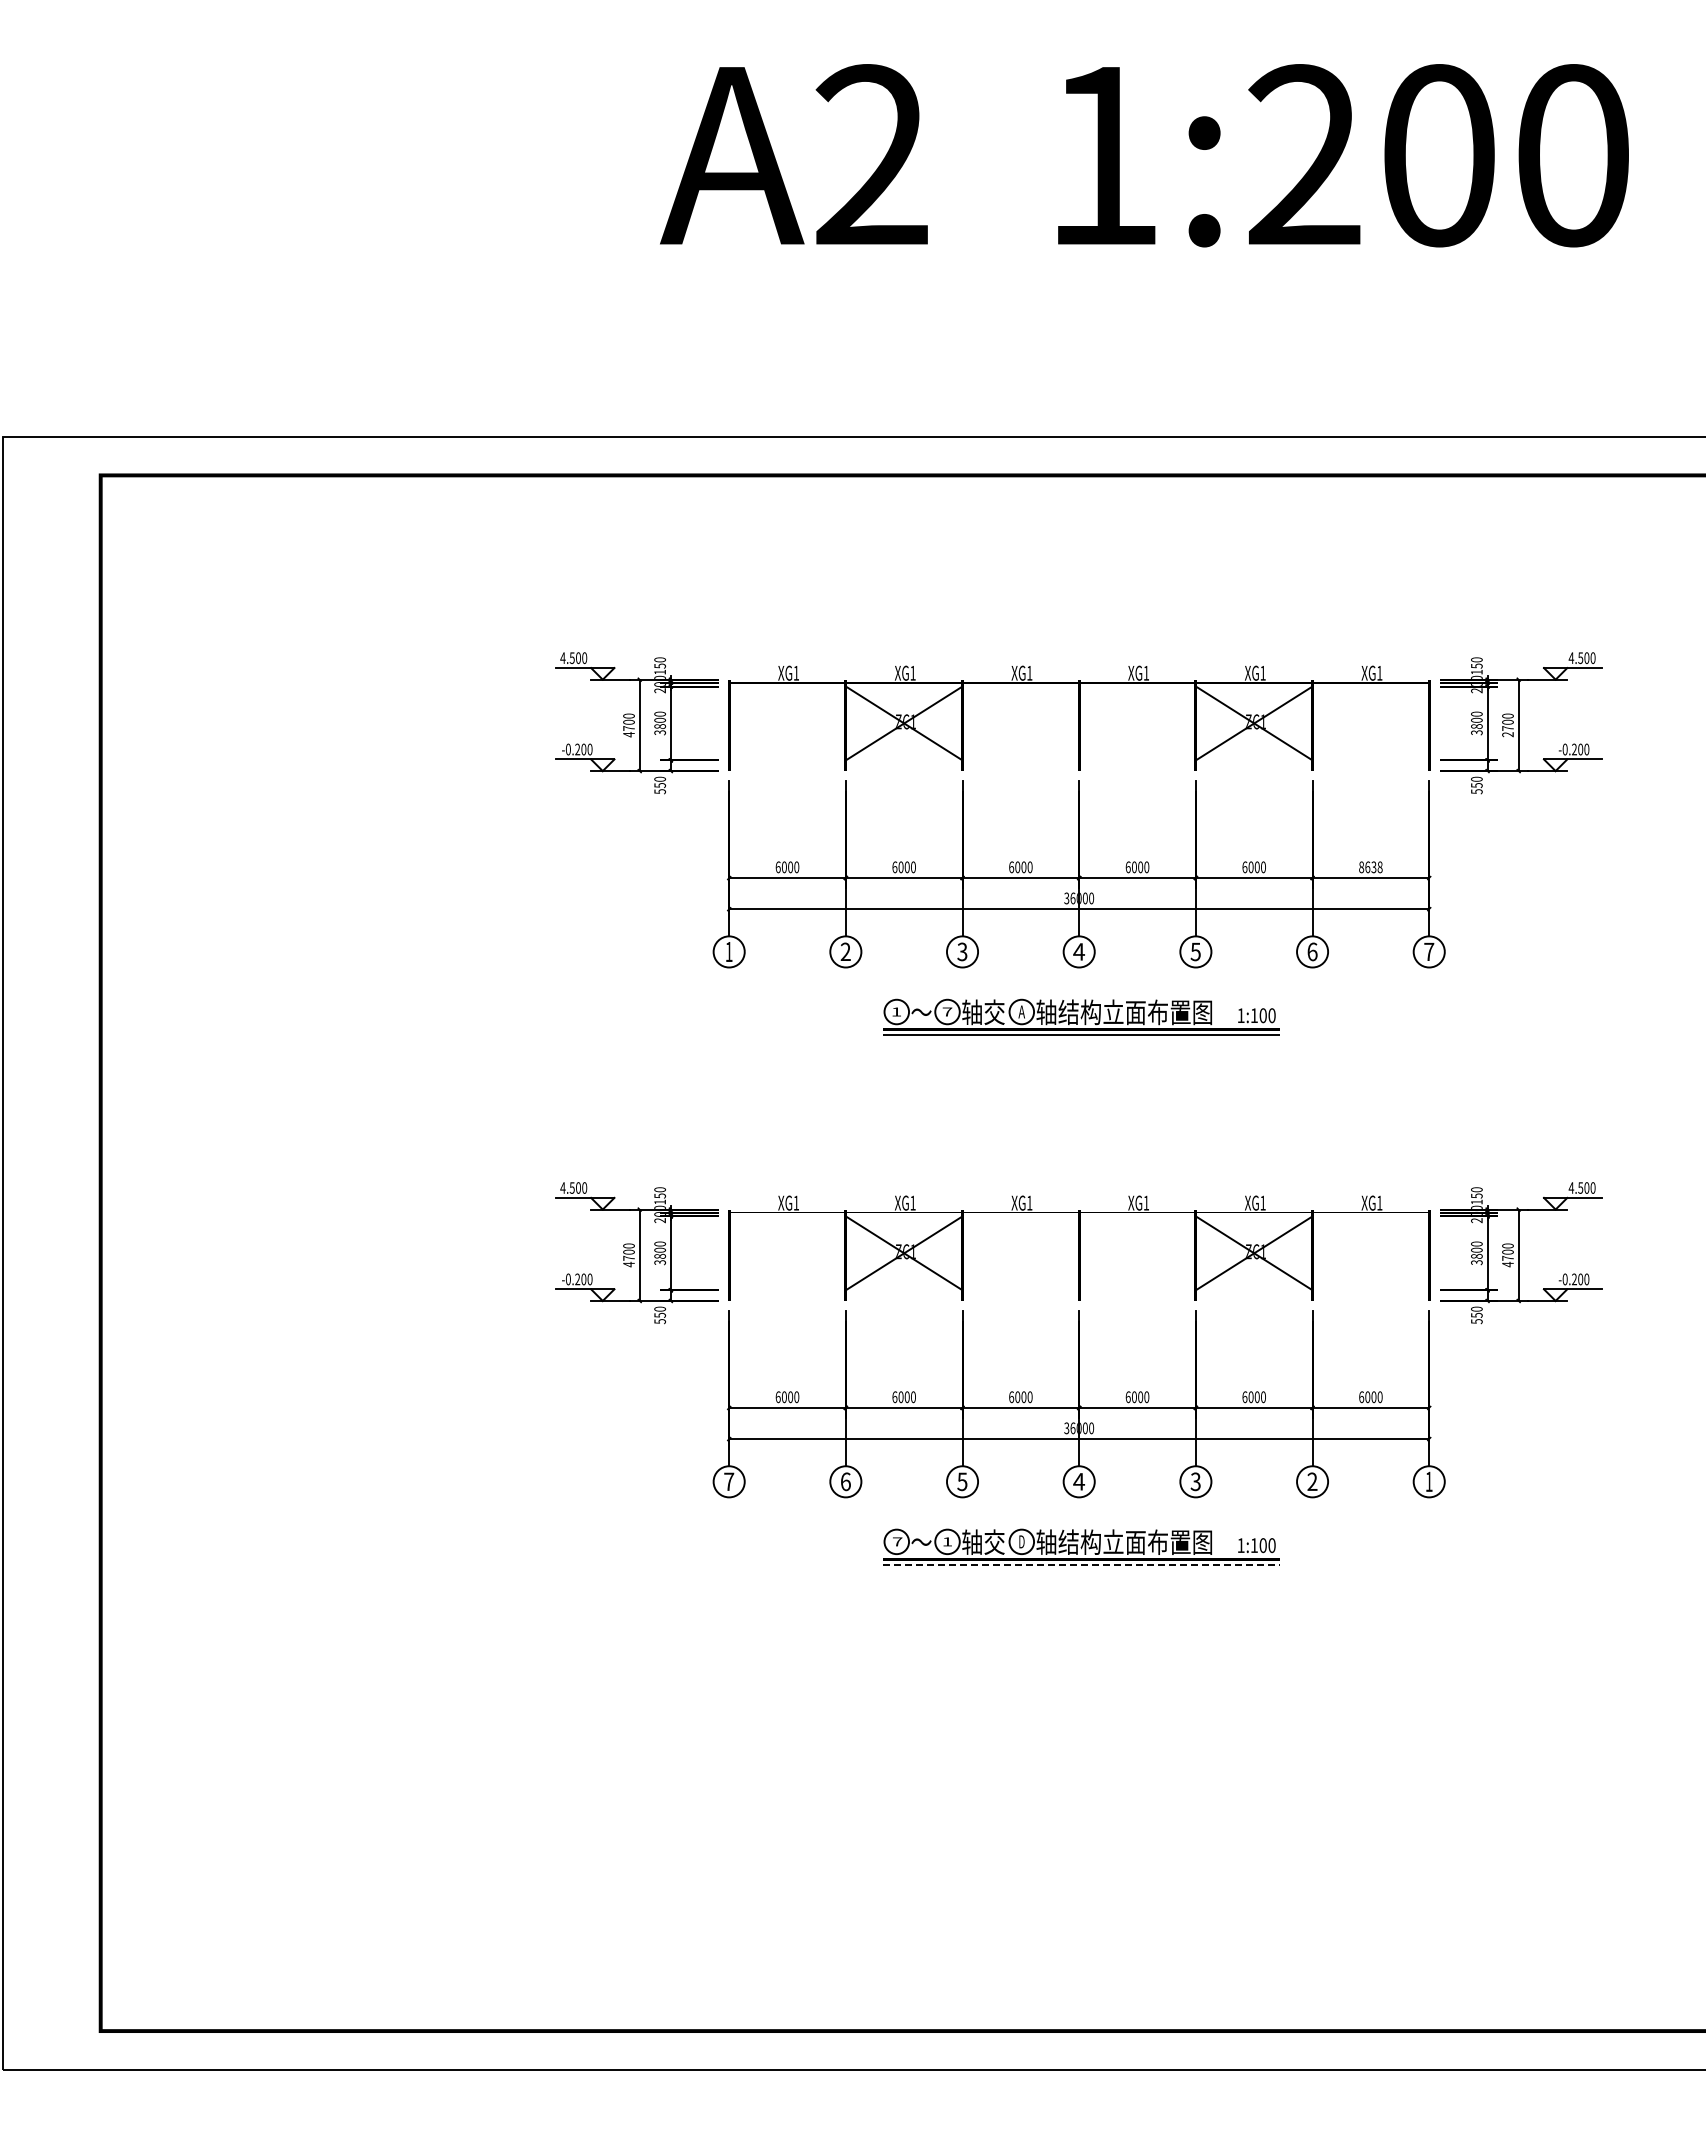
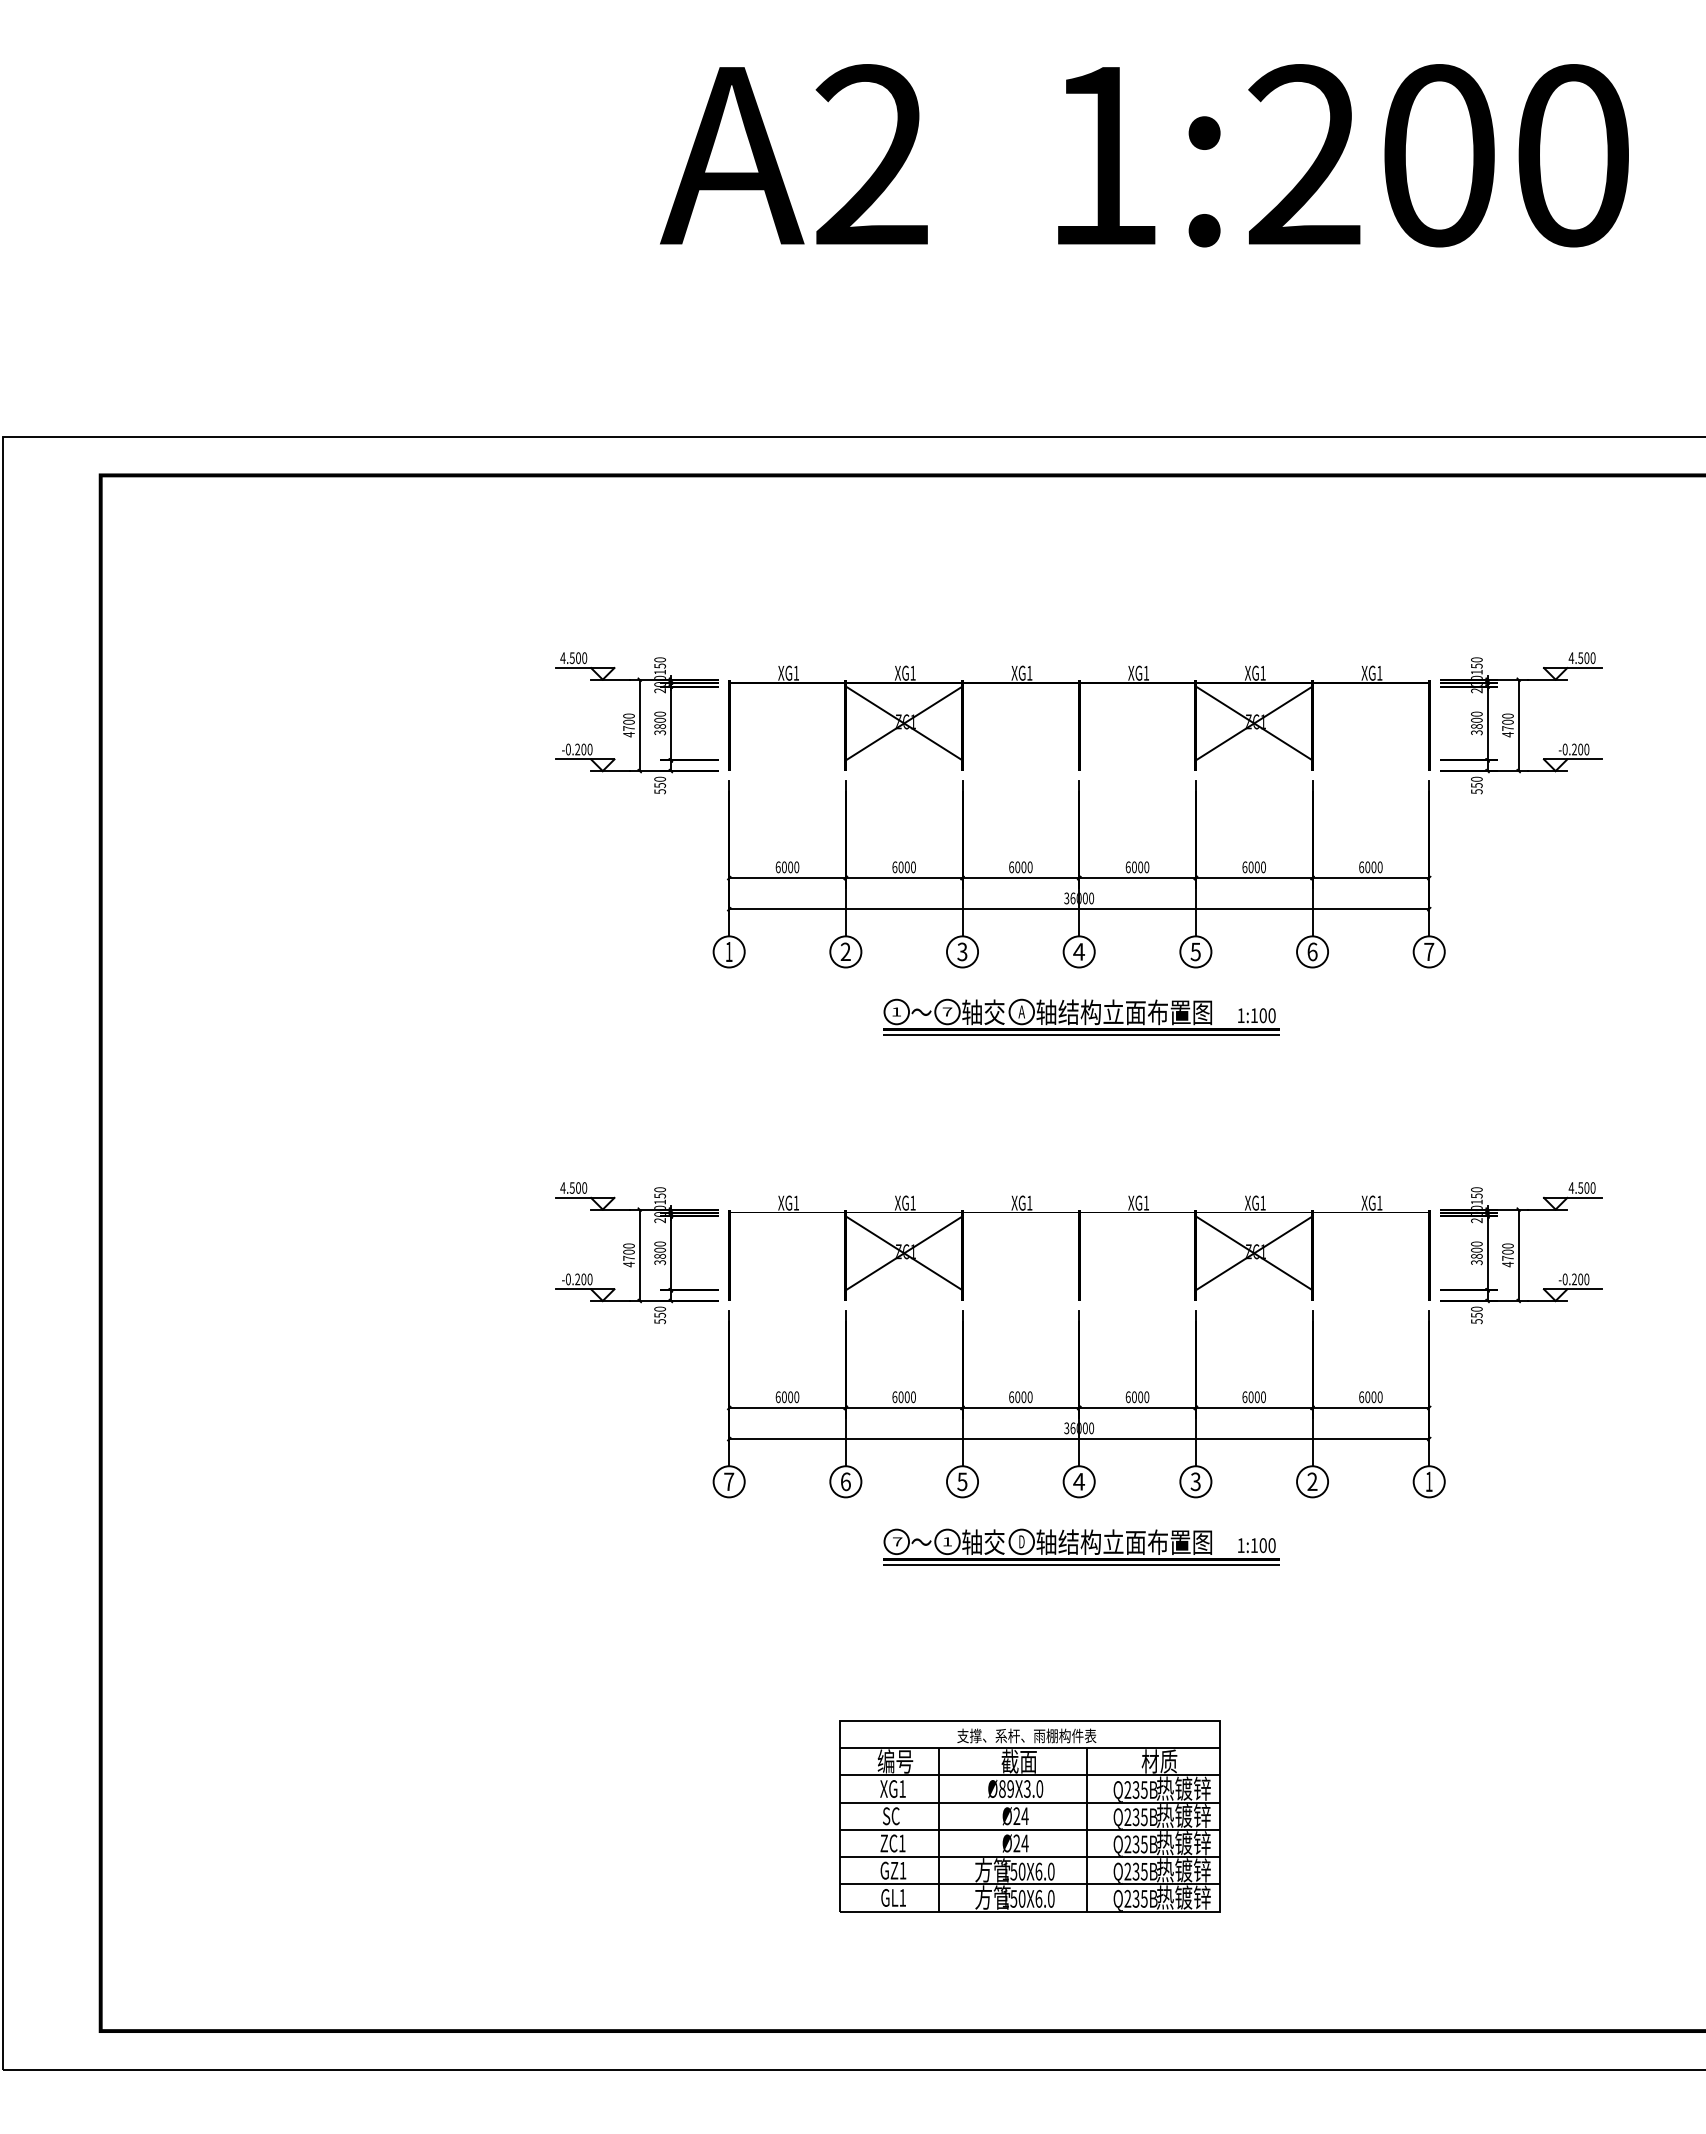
text at (1507, 734): 2700 -> 4700
text at (1370, 866): 8638 -> 6000
line at (1081, 1565): dashed -> solid
part at (1029, 1816): none -> present
